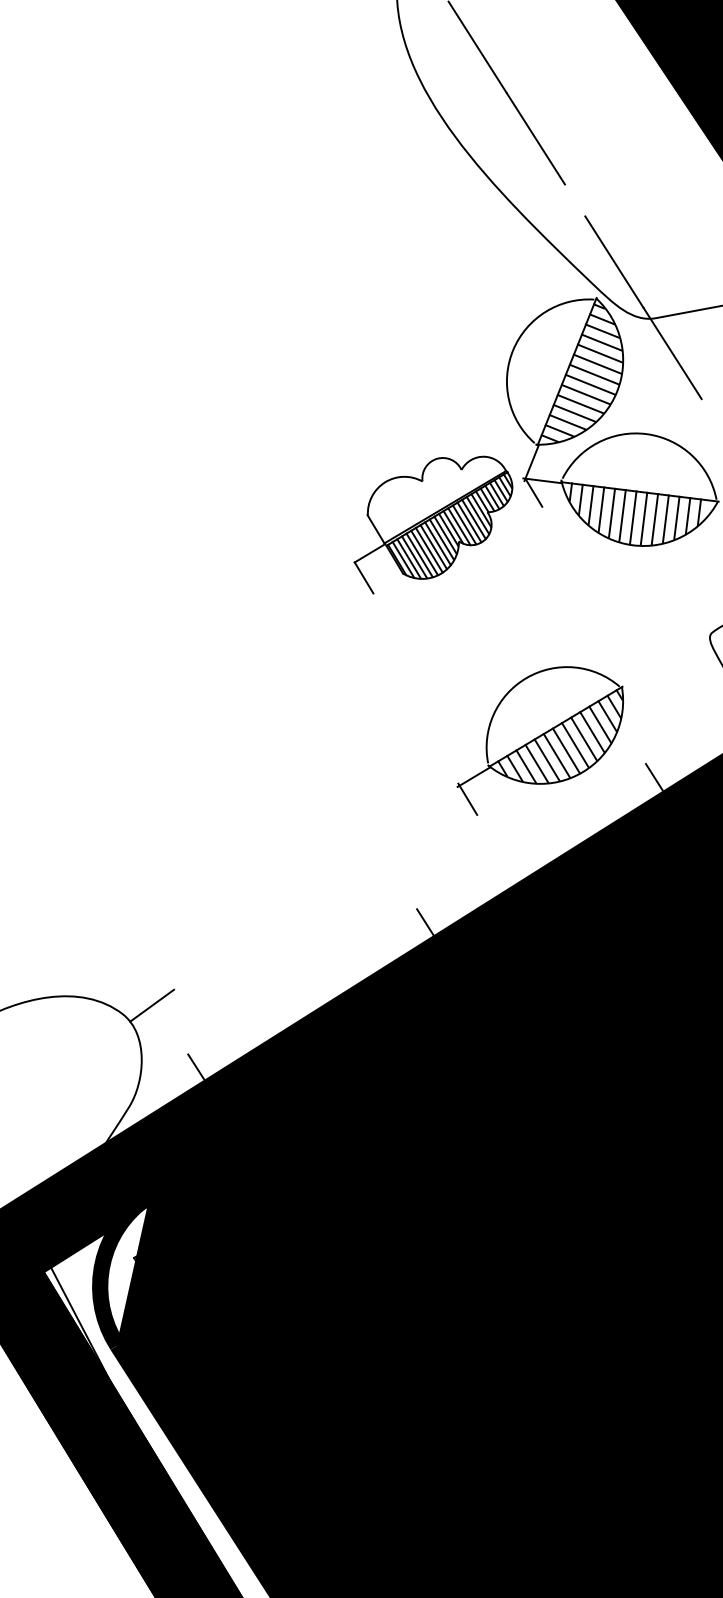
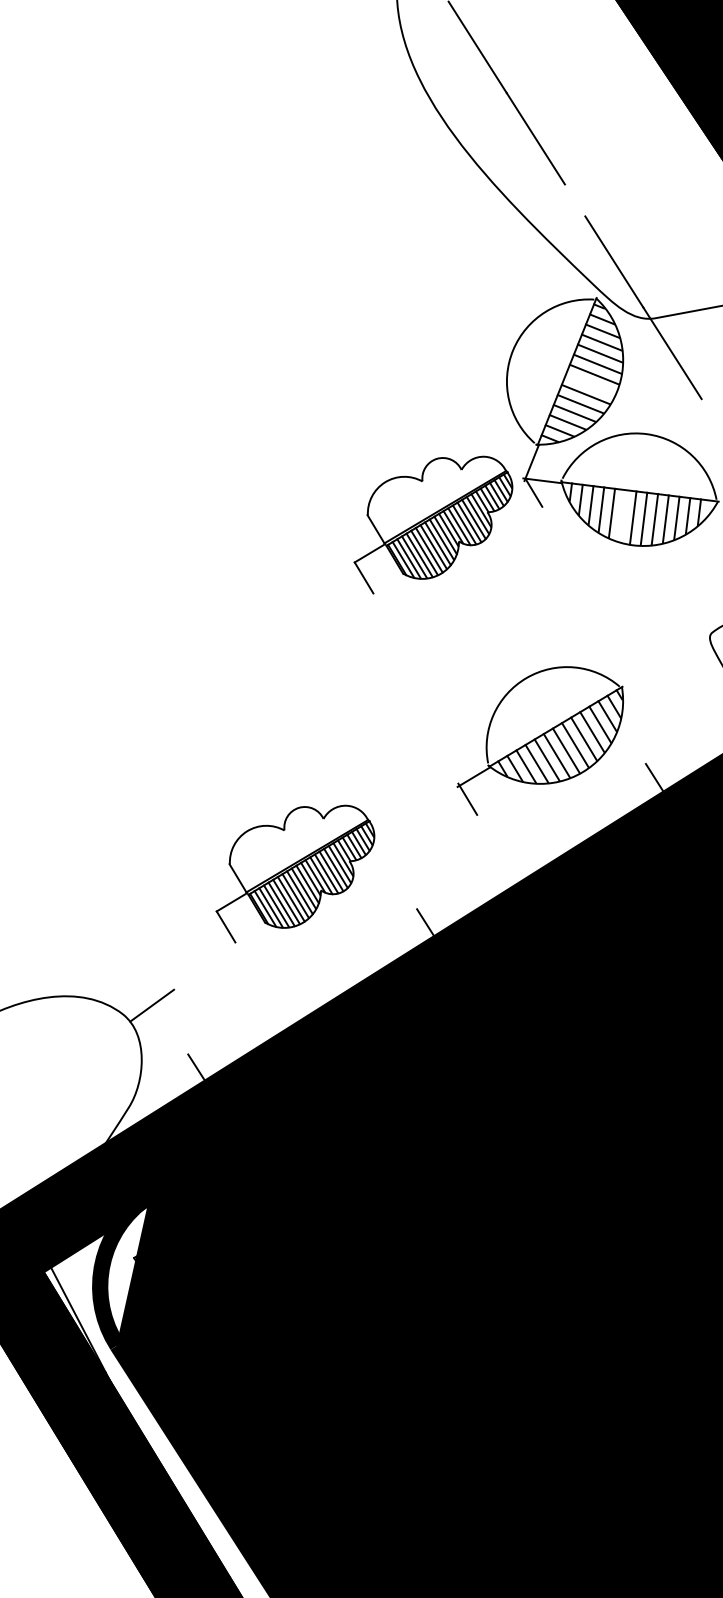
line at (590, 384): present -> none
line at (622, 515): present -> none
part at (295, 873): none -> present
